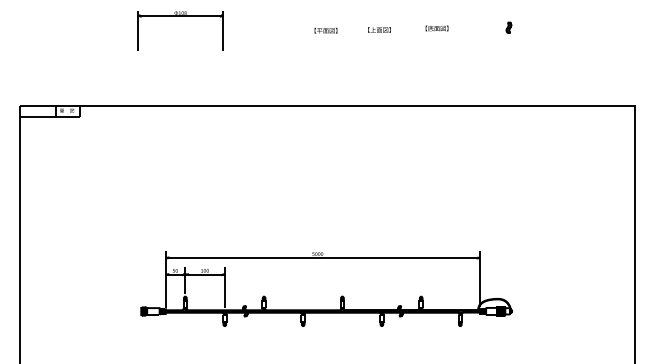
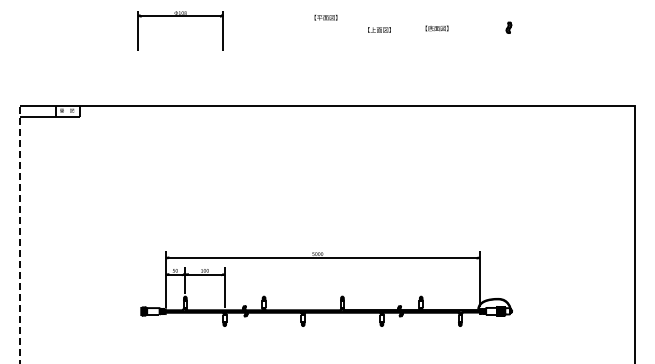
text at (325, 30) position: (325, 30) -> (325, 17)
line at (19, 234): solid -> dashed
